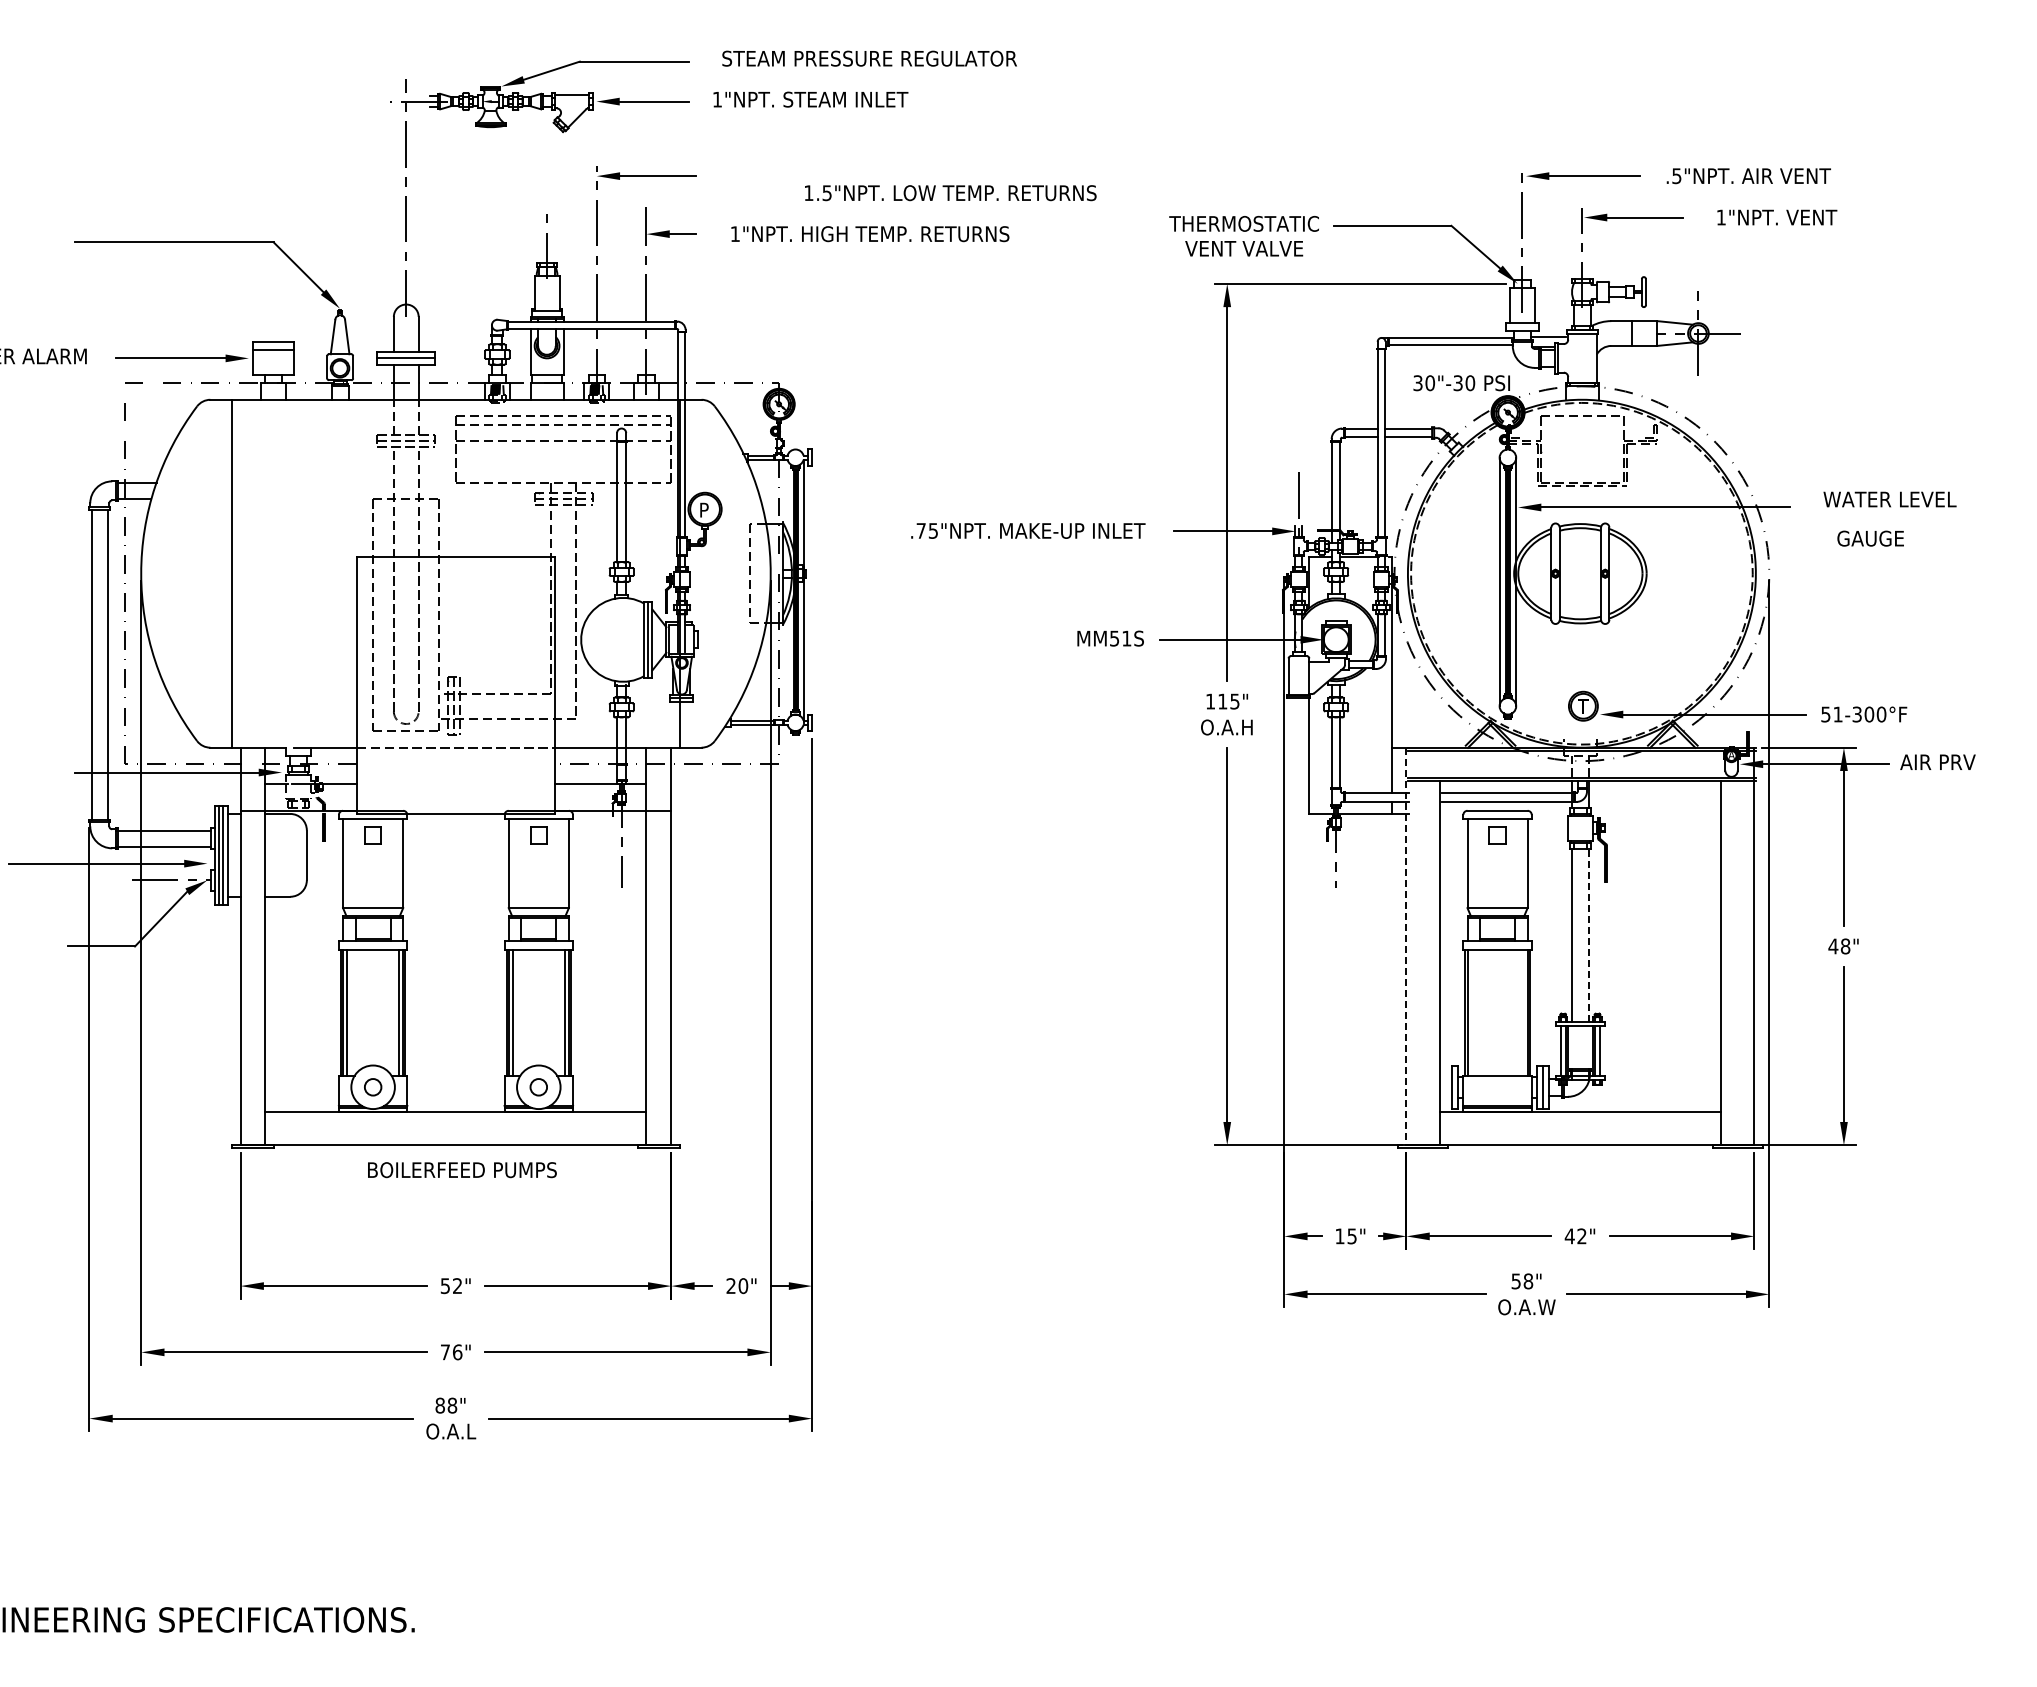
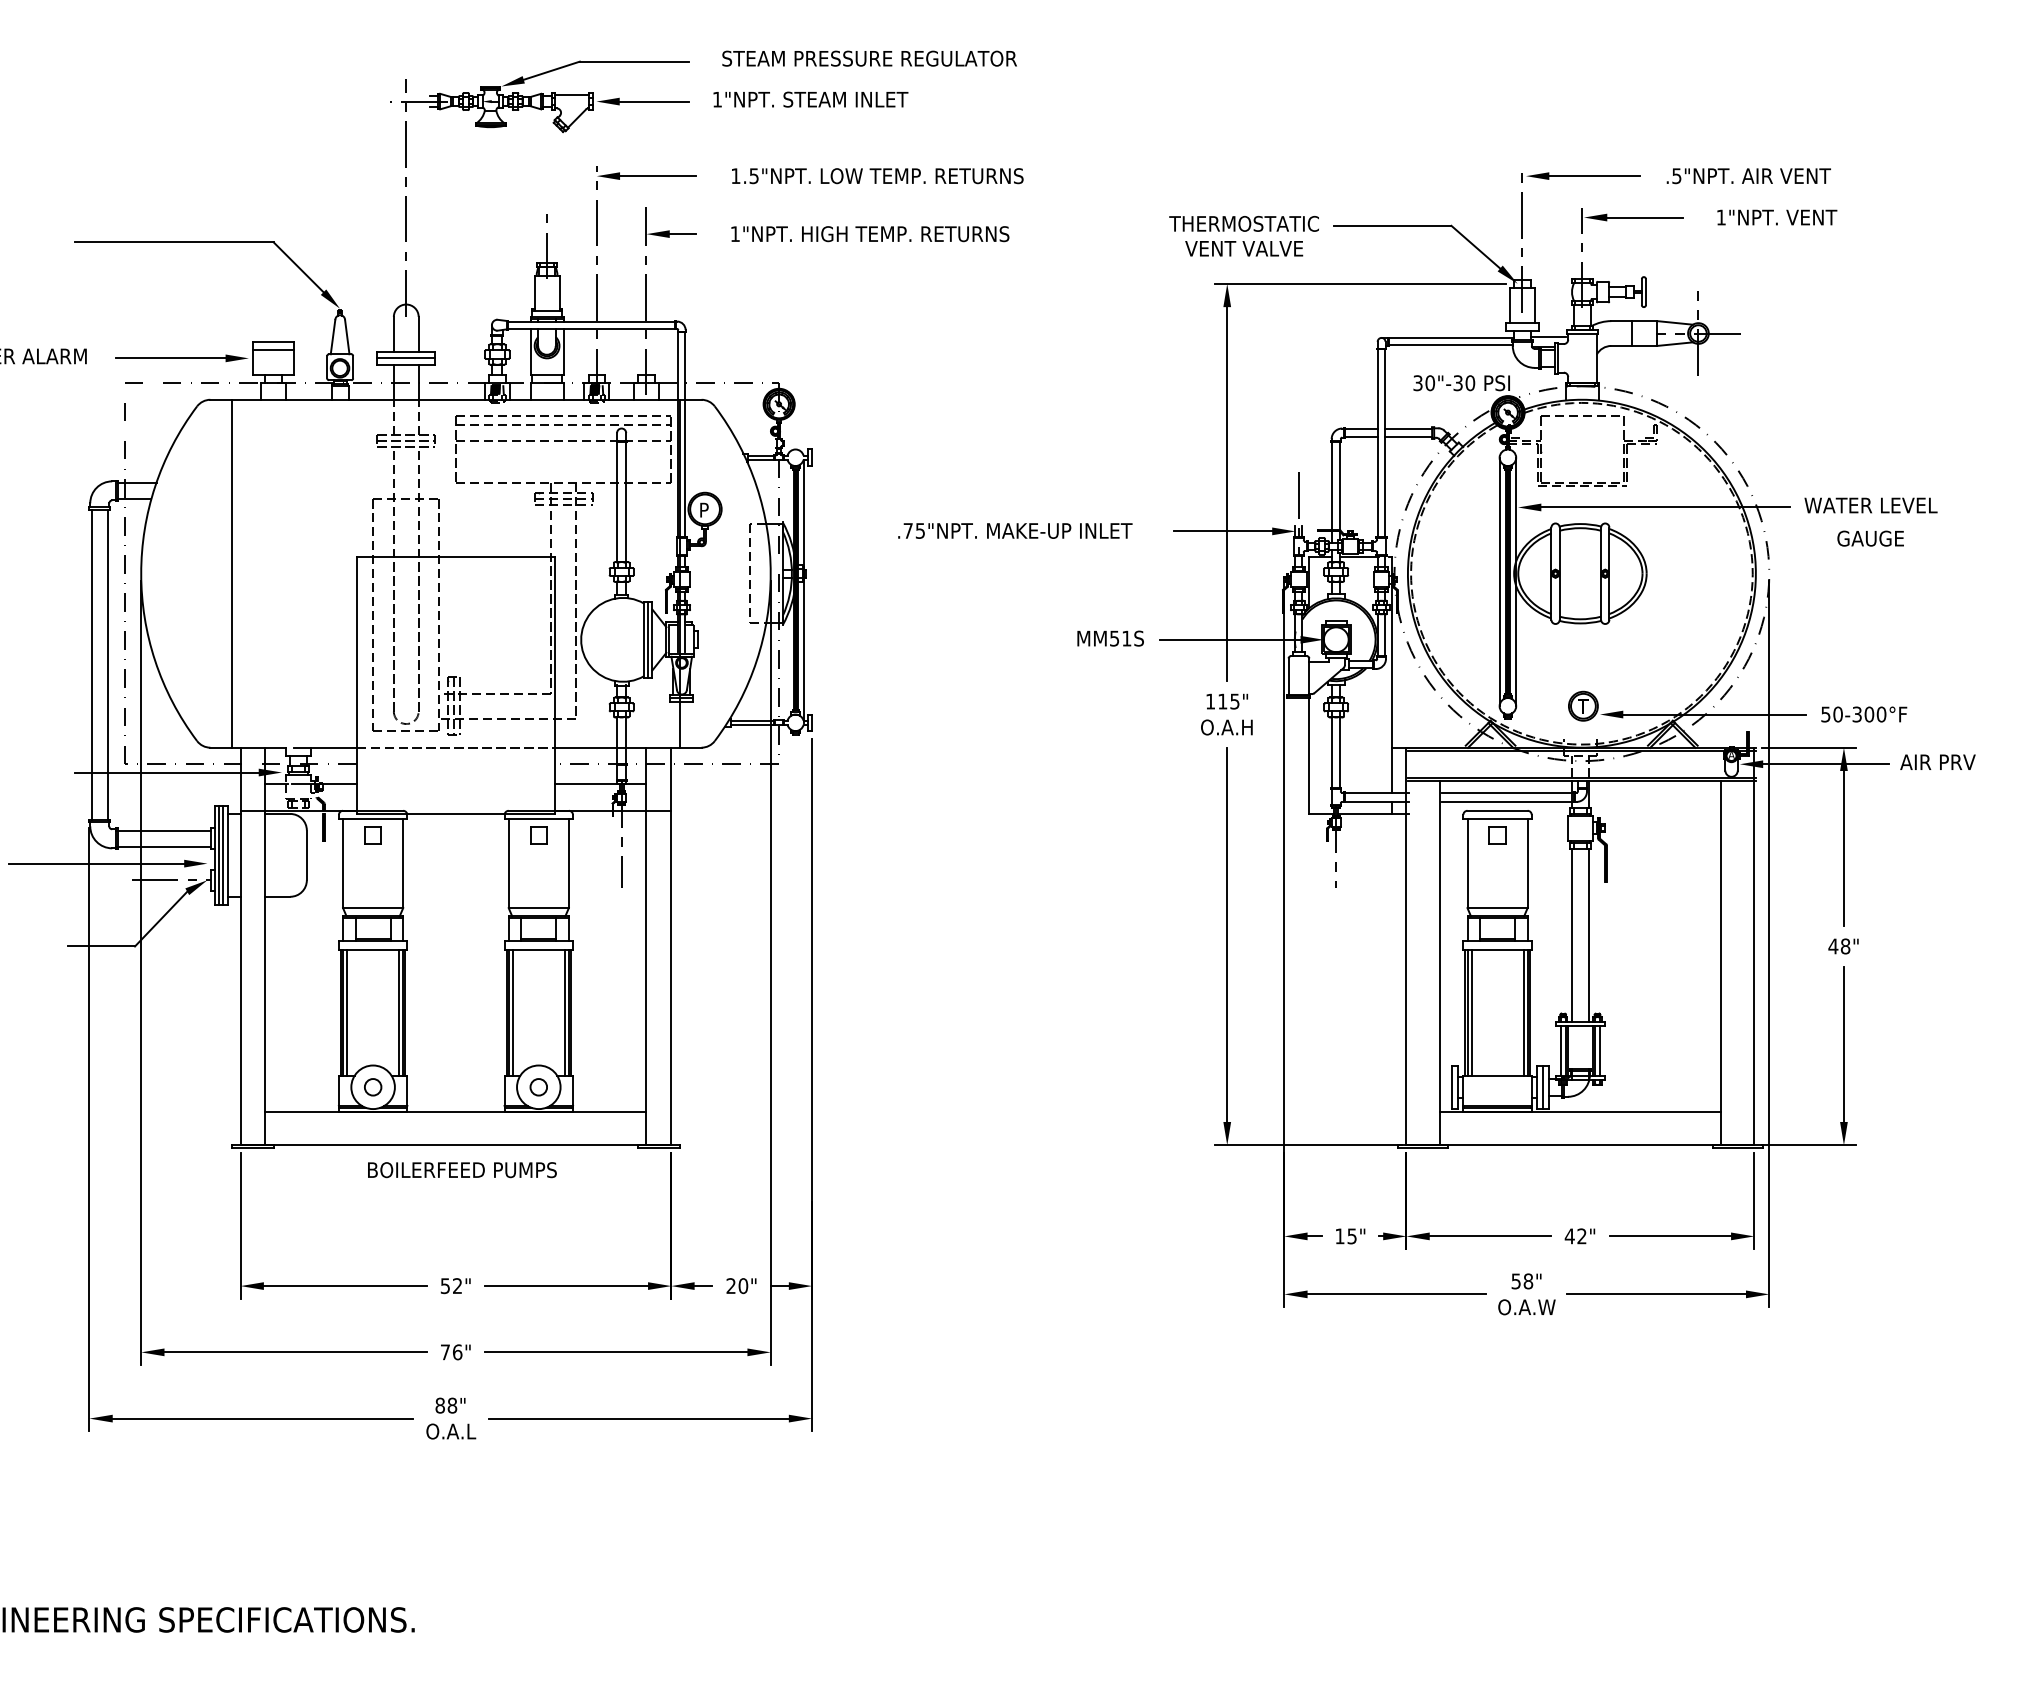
text at (950, 193) position: (950, 193) -> (877, 176)
text at (1889, 499) position: (1889, 499) -> (1870, 505)
text at (1028, 530) position: (1028, 530) -> (1015, 530)
text at (1837, 714): 51-300°F -> 50-300°F
line at (1588, 935): dashed -> solid
line at (1406, 946): dashed -> solid
line at (1471, 1012): none -> present
line at (1523, 1012): none -> present
